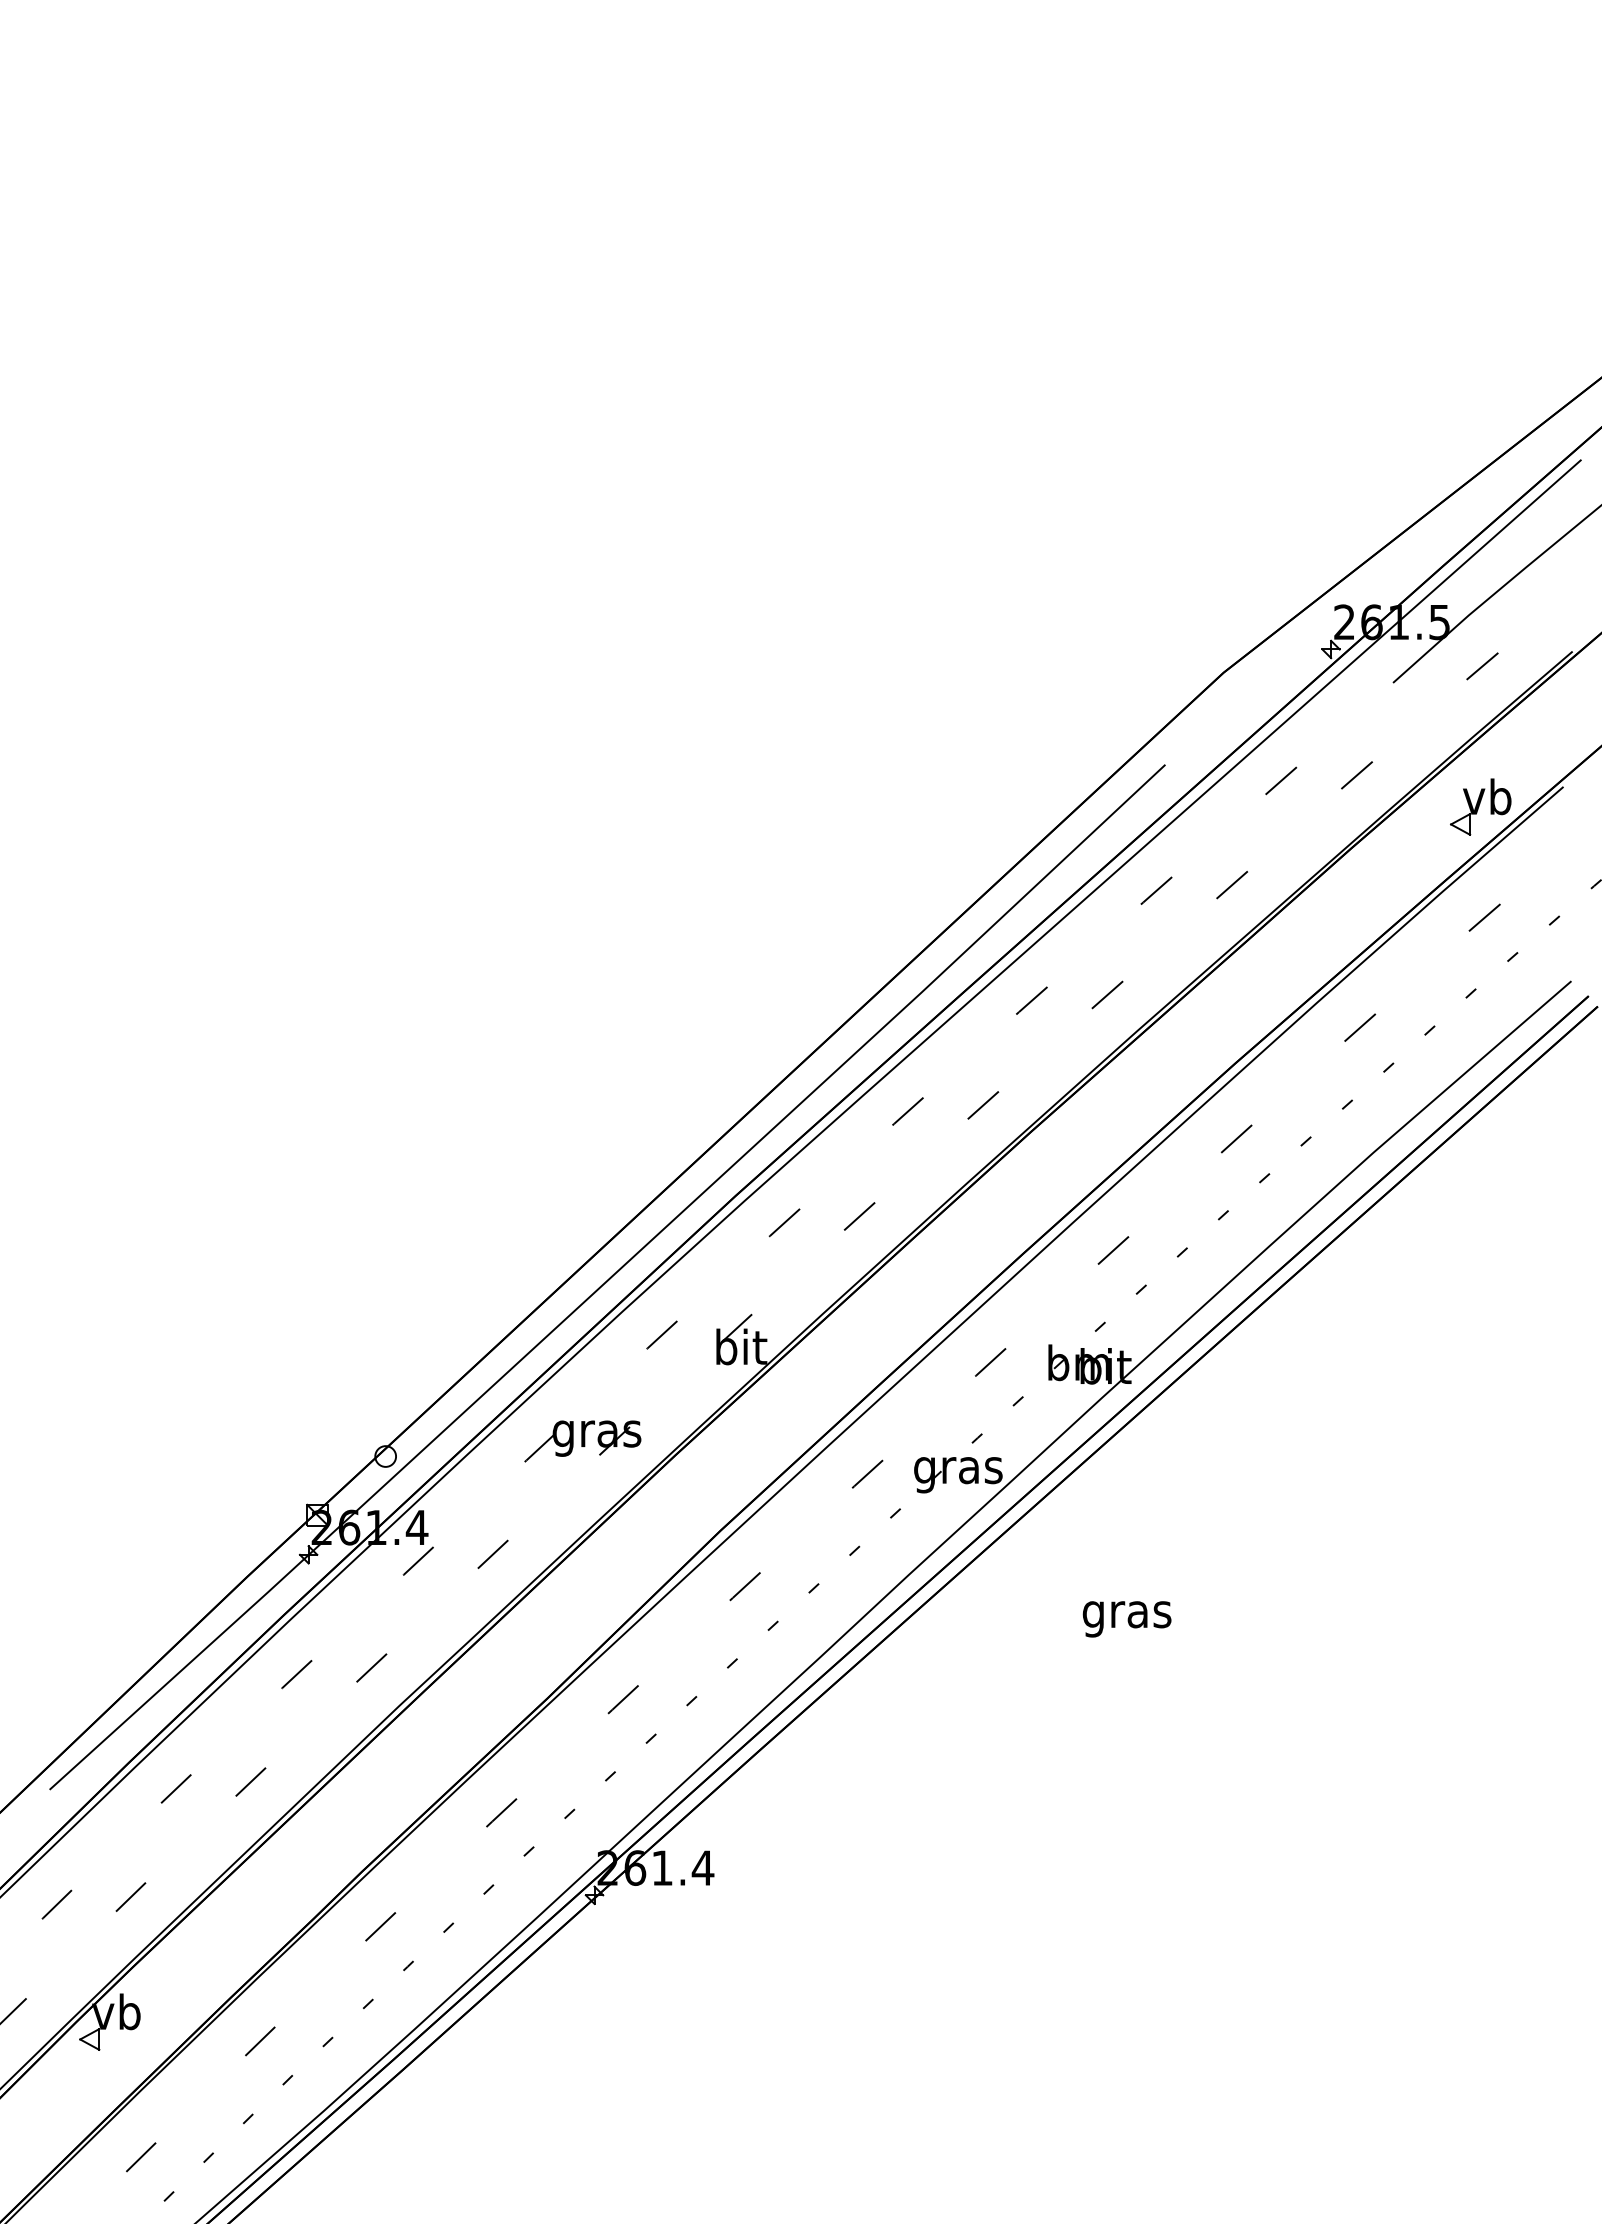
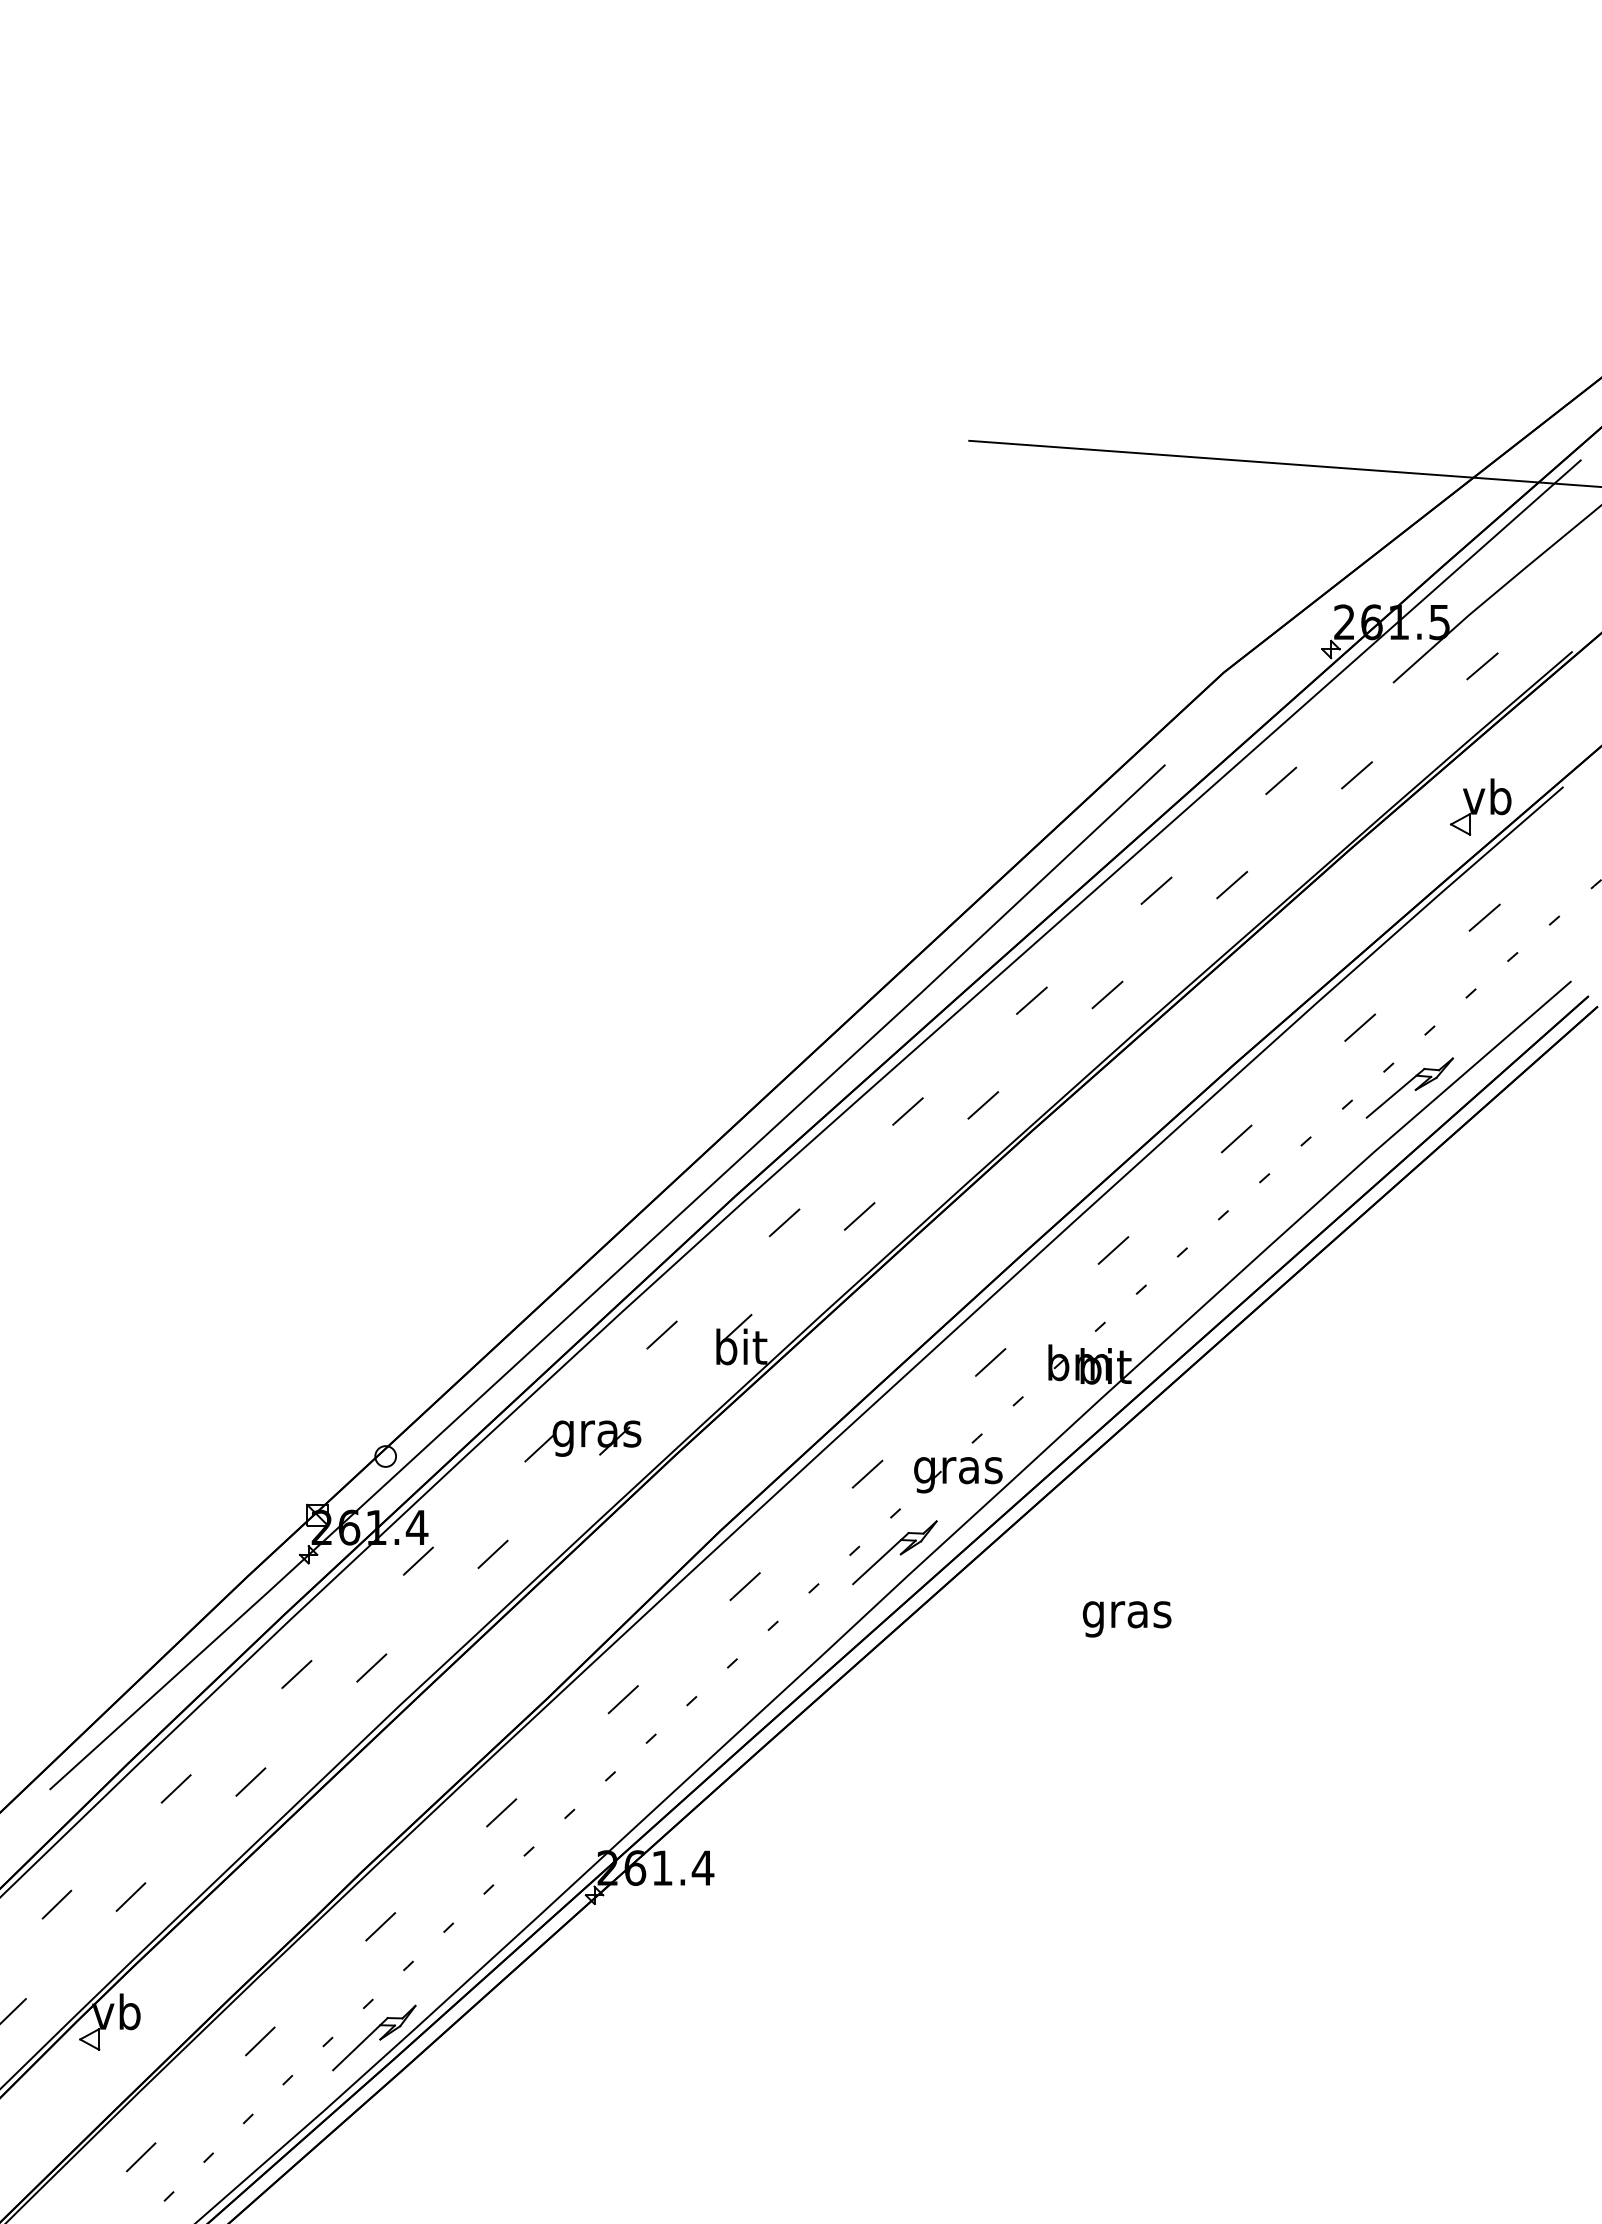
line at (1283, 463): none -> present
part at (1409, 1087): none -> present
part at (894, 1552): none -> present
part at (374, 2037): none -> present
